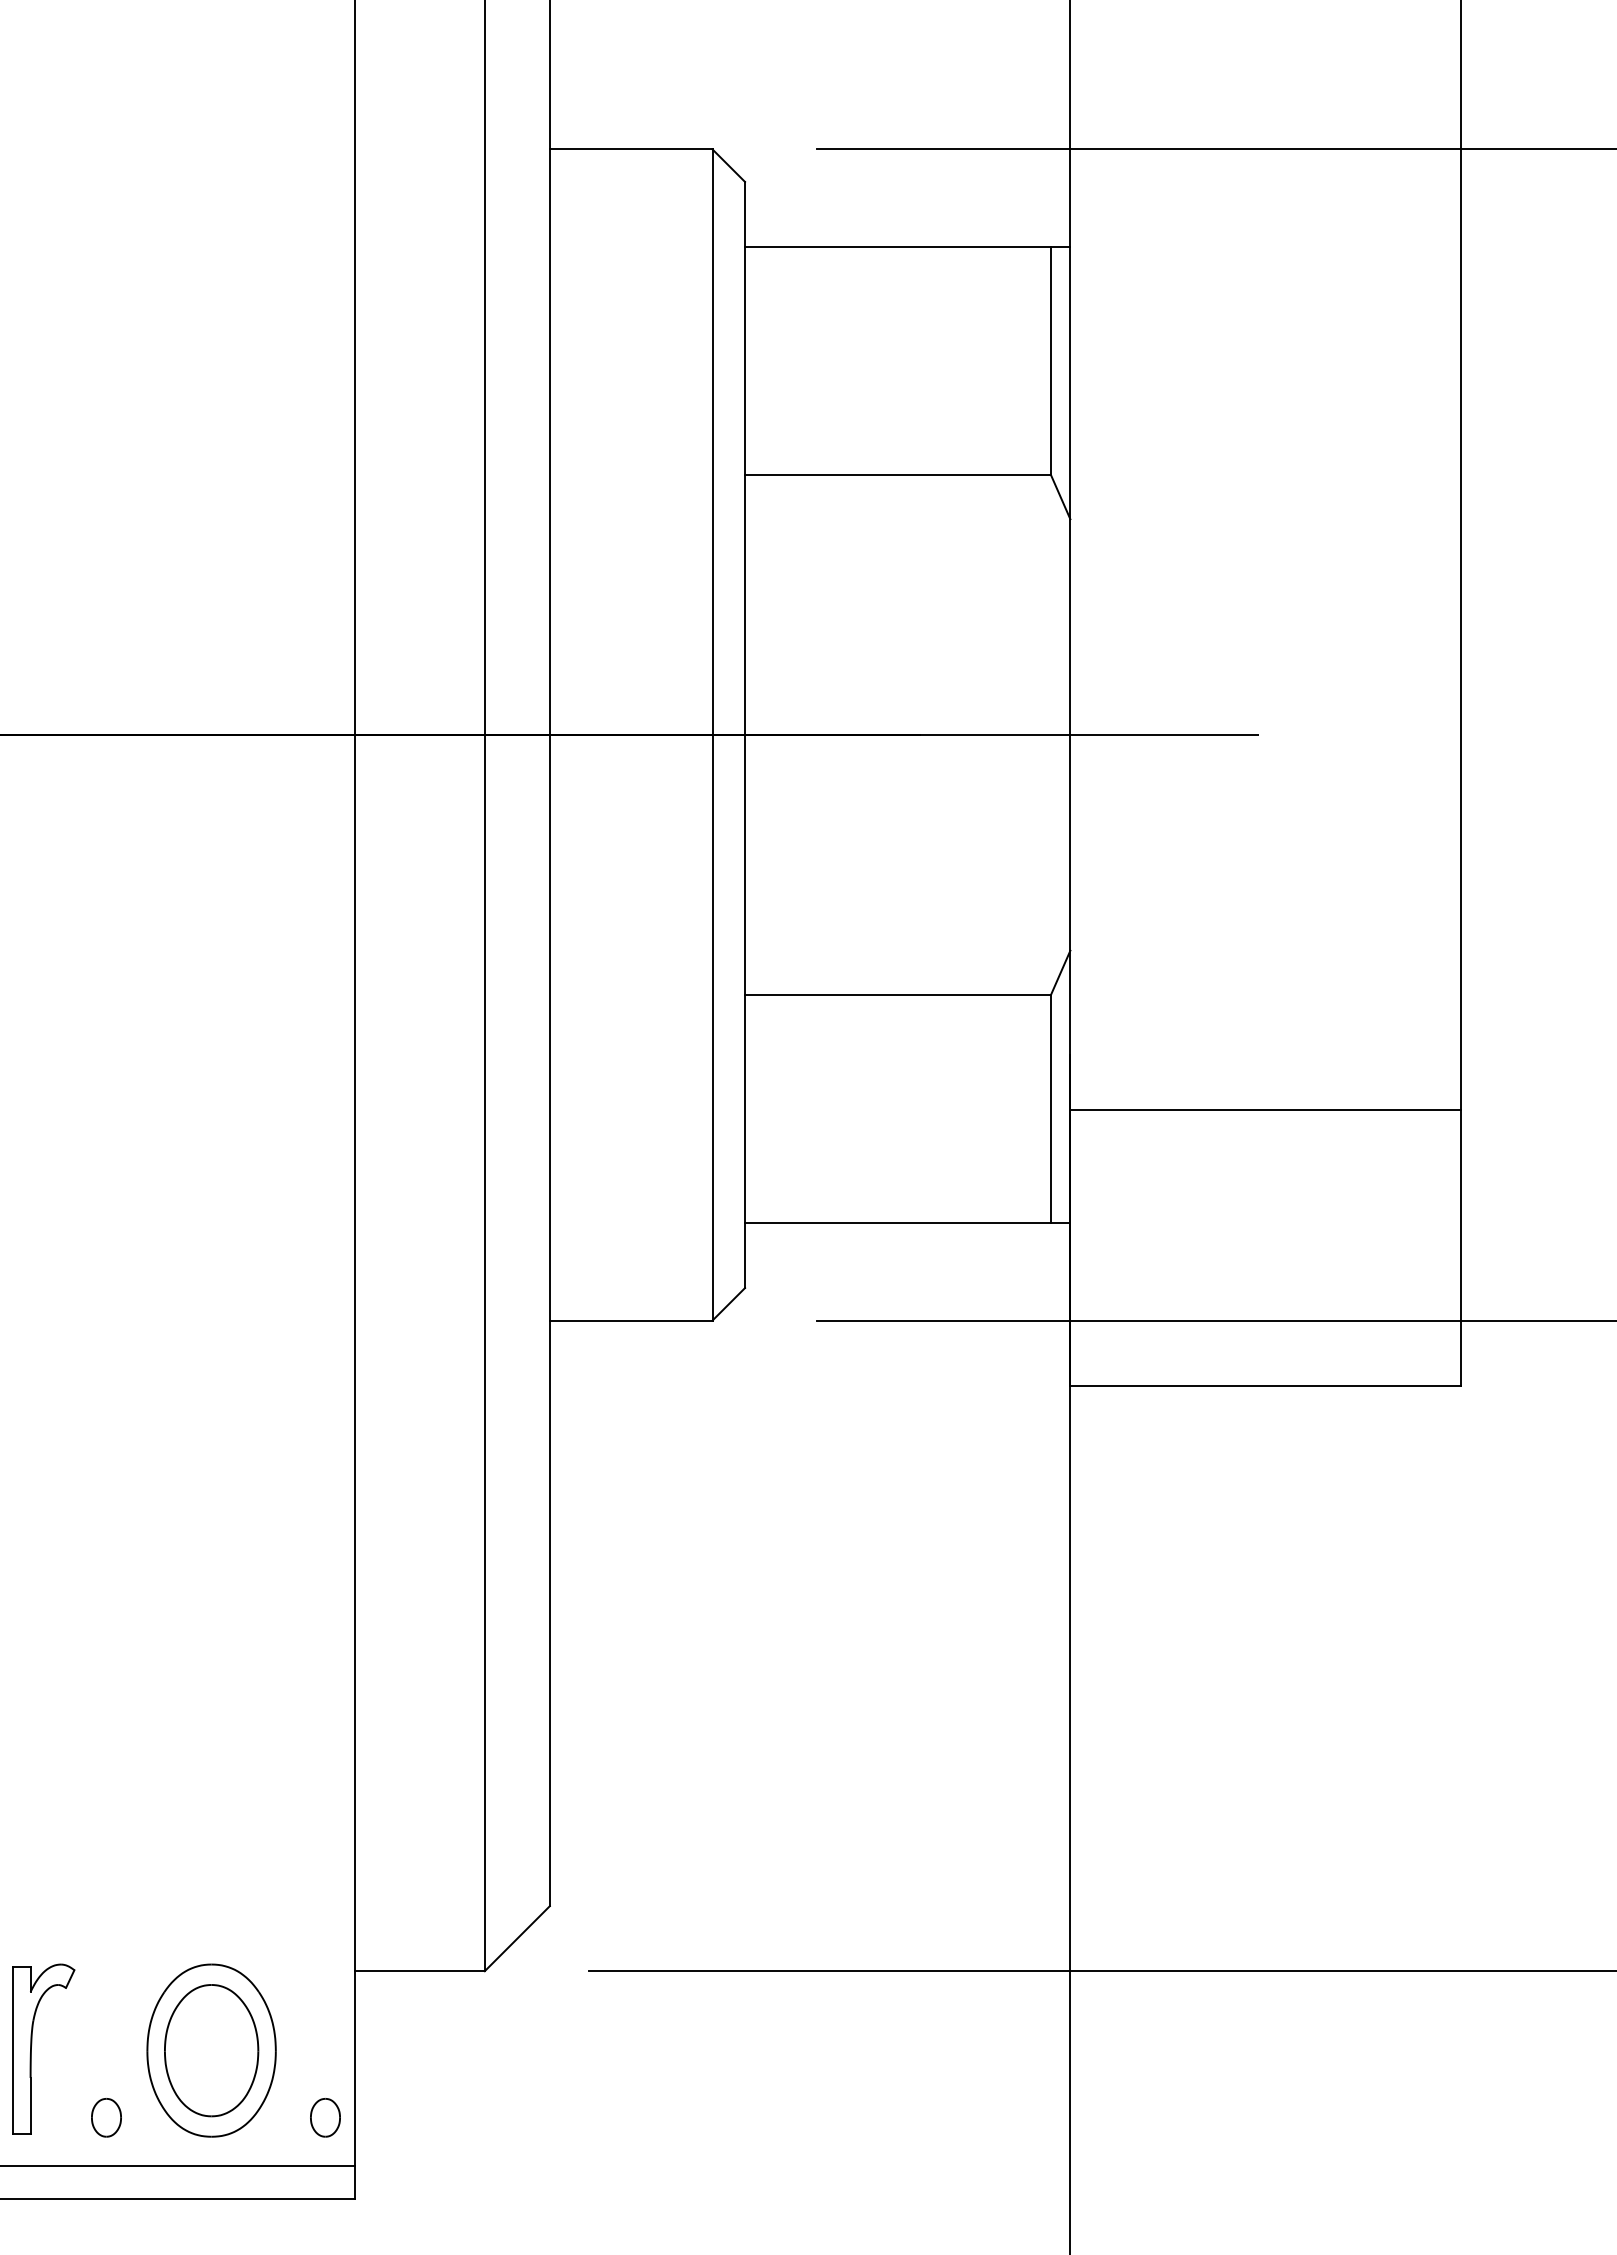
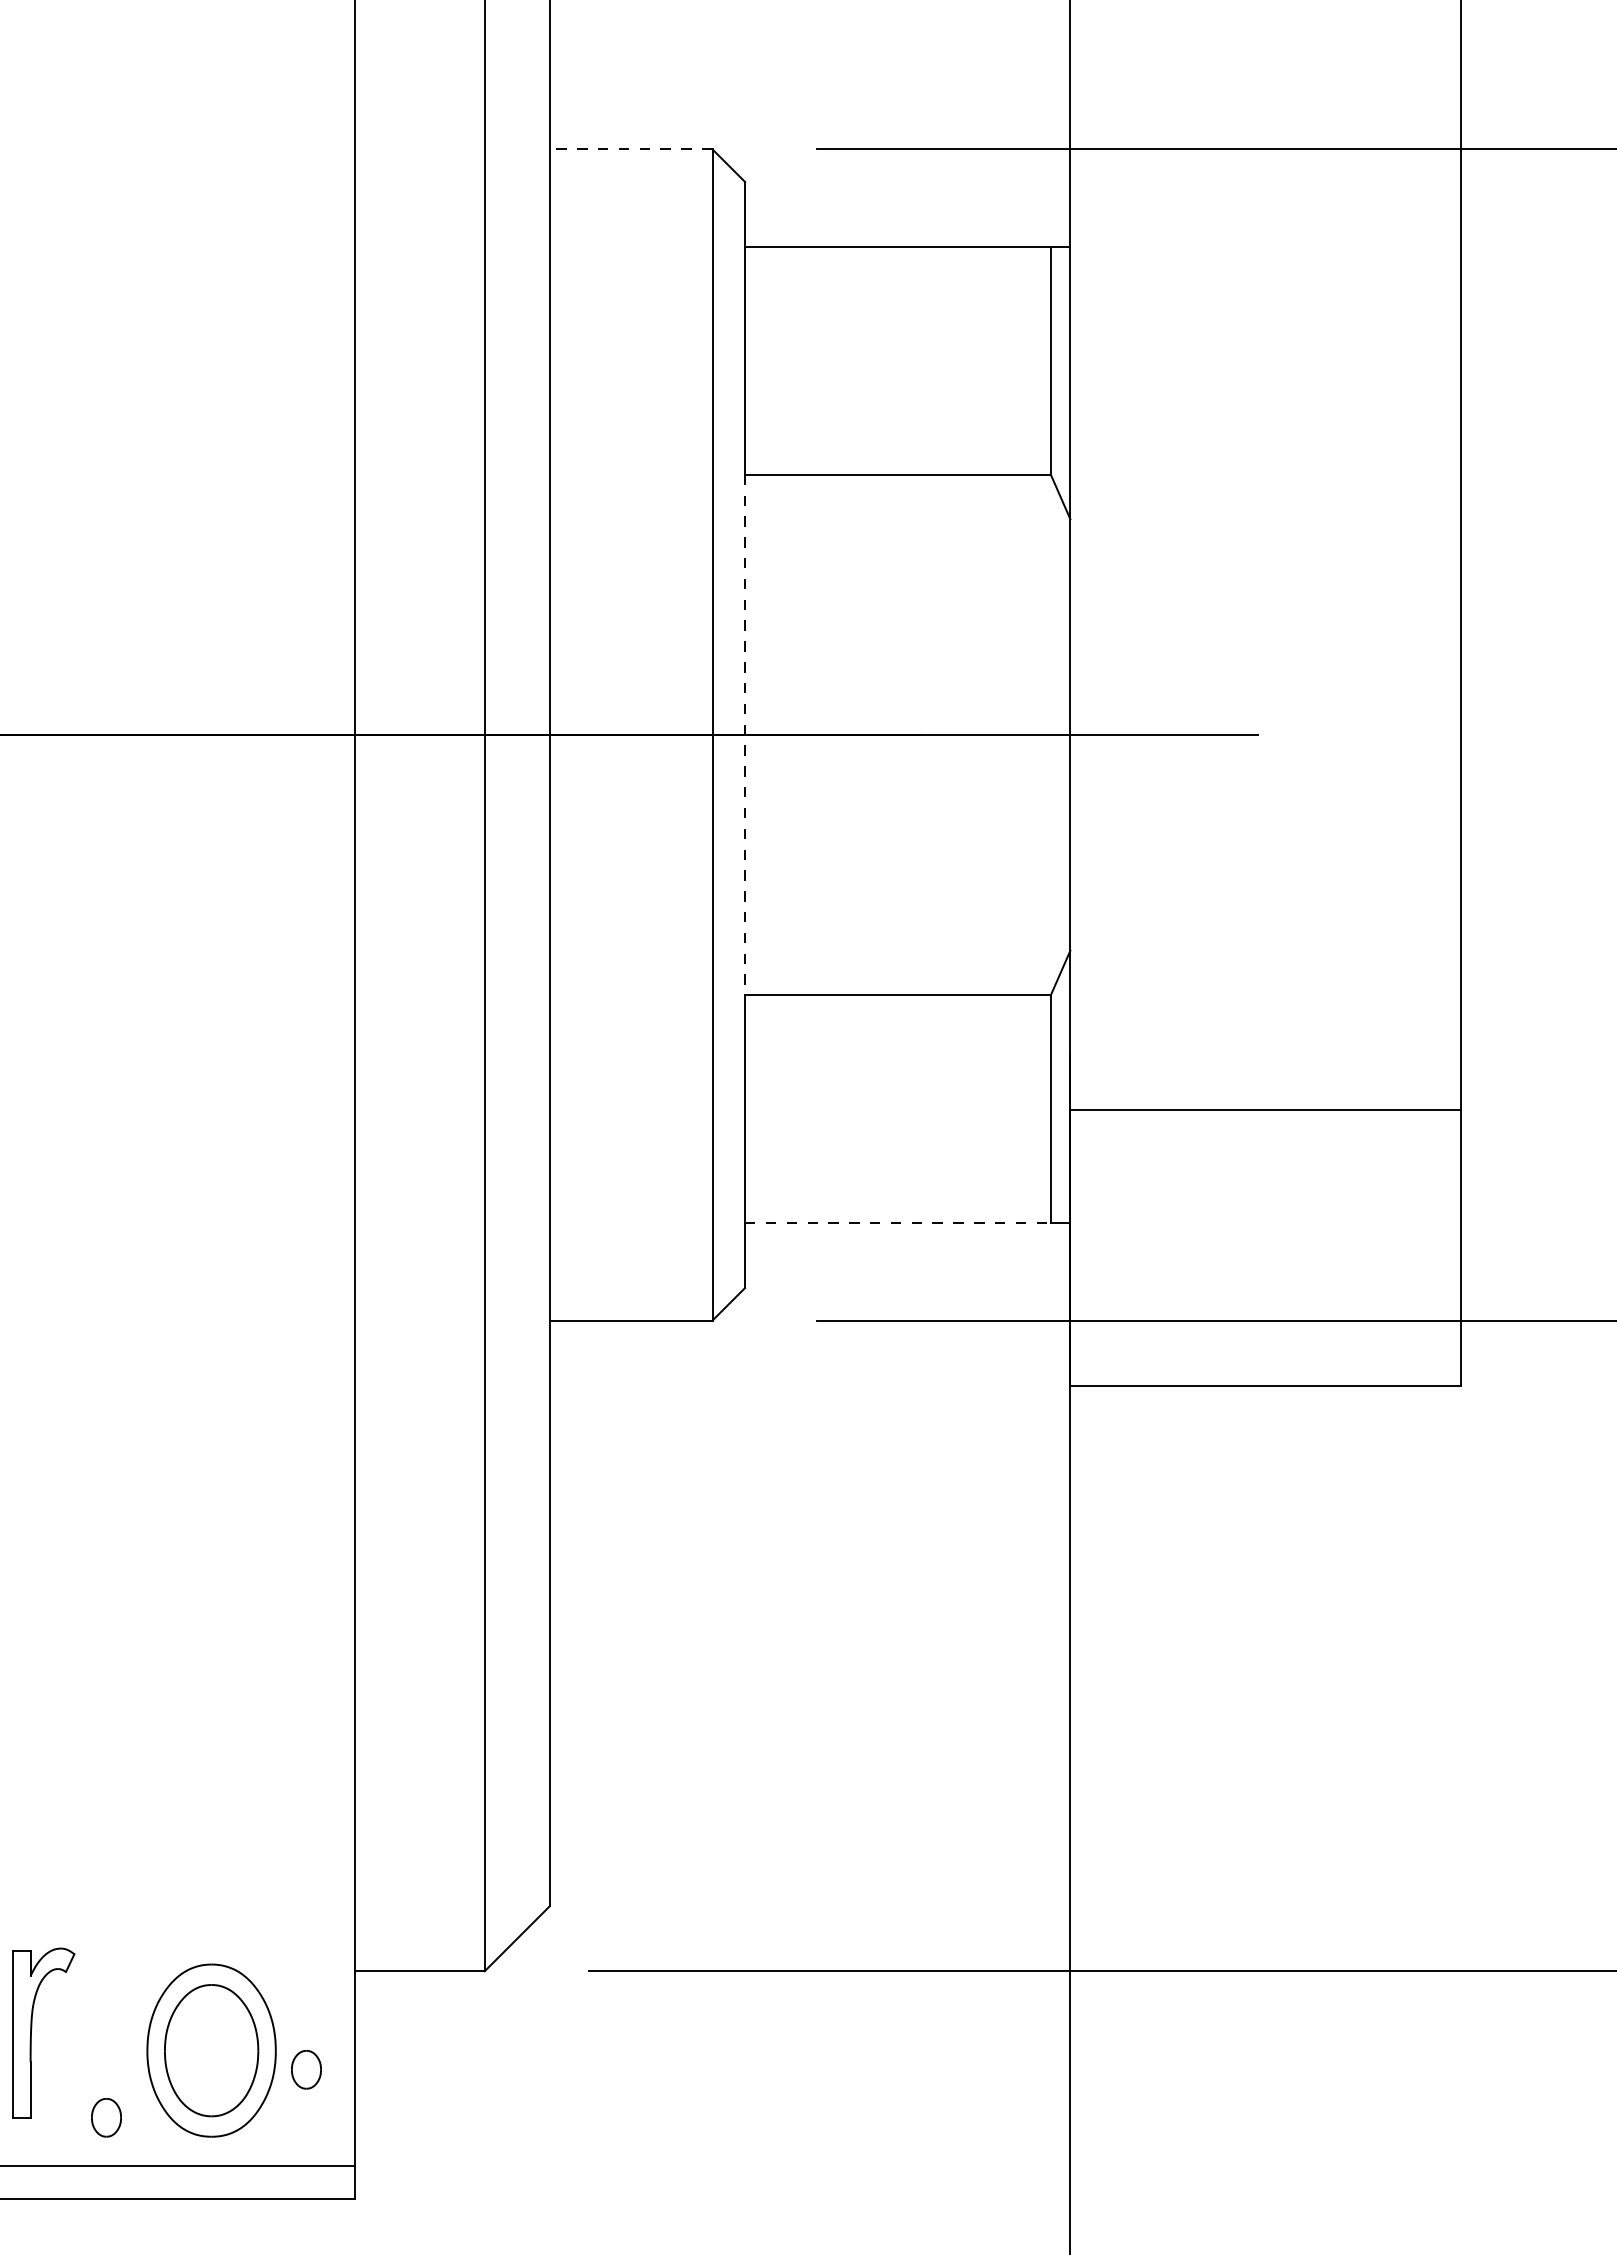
line at (630, 149): solid -> dashed
line at (745, 735): solid -> dashed
line at (897, 1222): solid -> dashed
part at (32, 2044) position: (32, 2044) -> (32, 2028)
part at (325, 2117) position: (325, 2117) -> (306, 2069)
